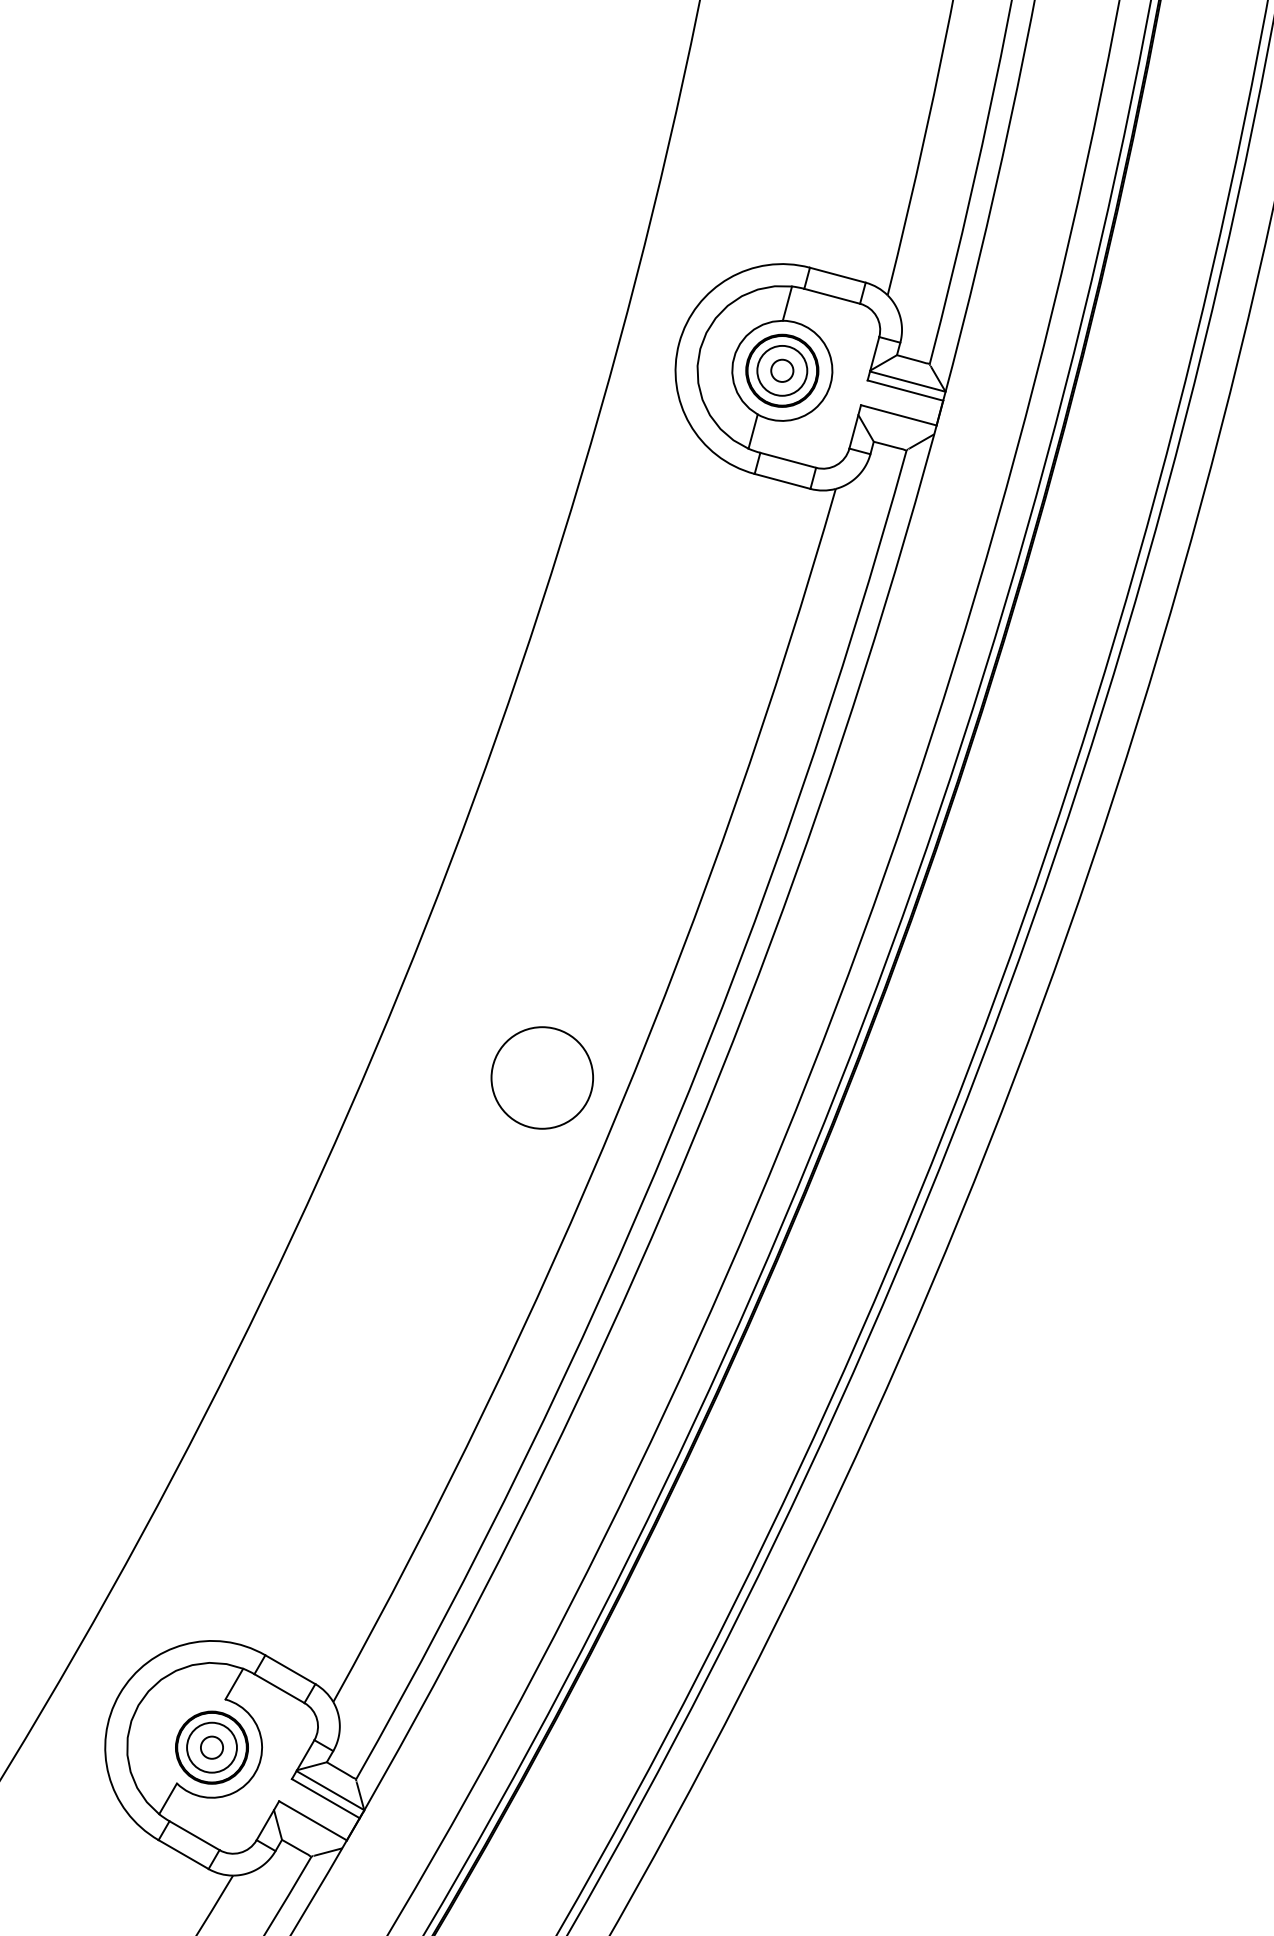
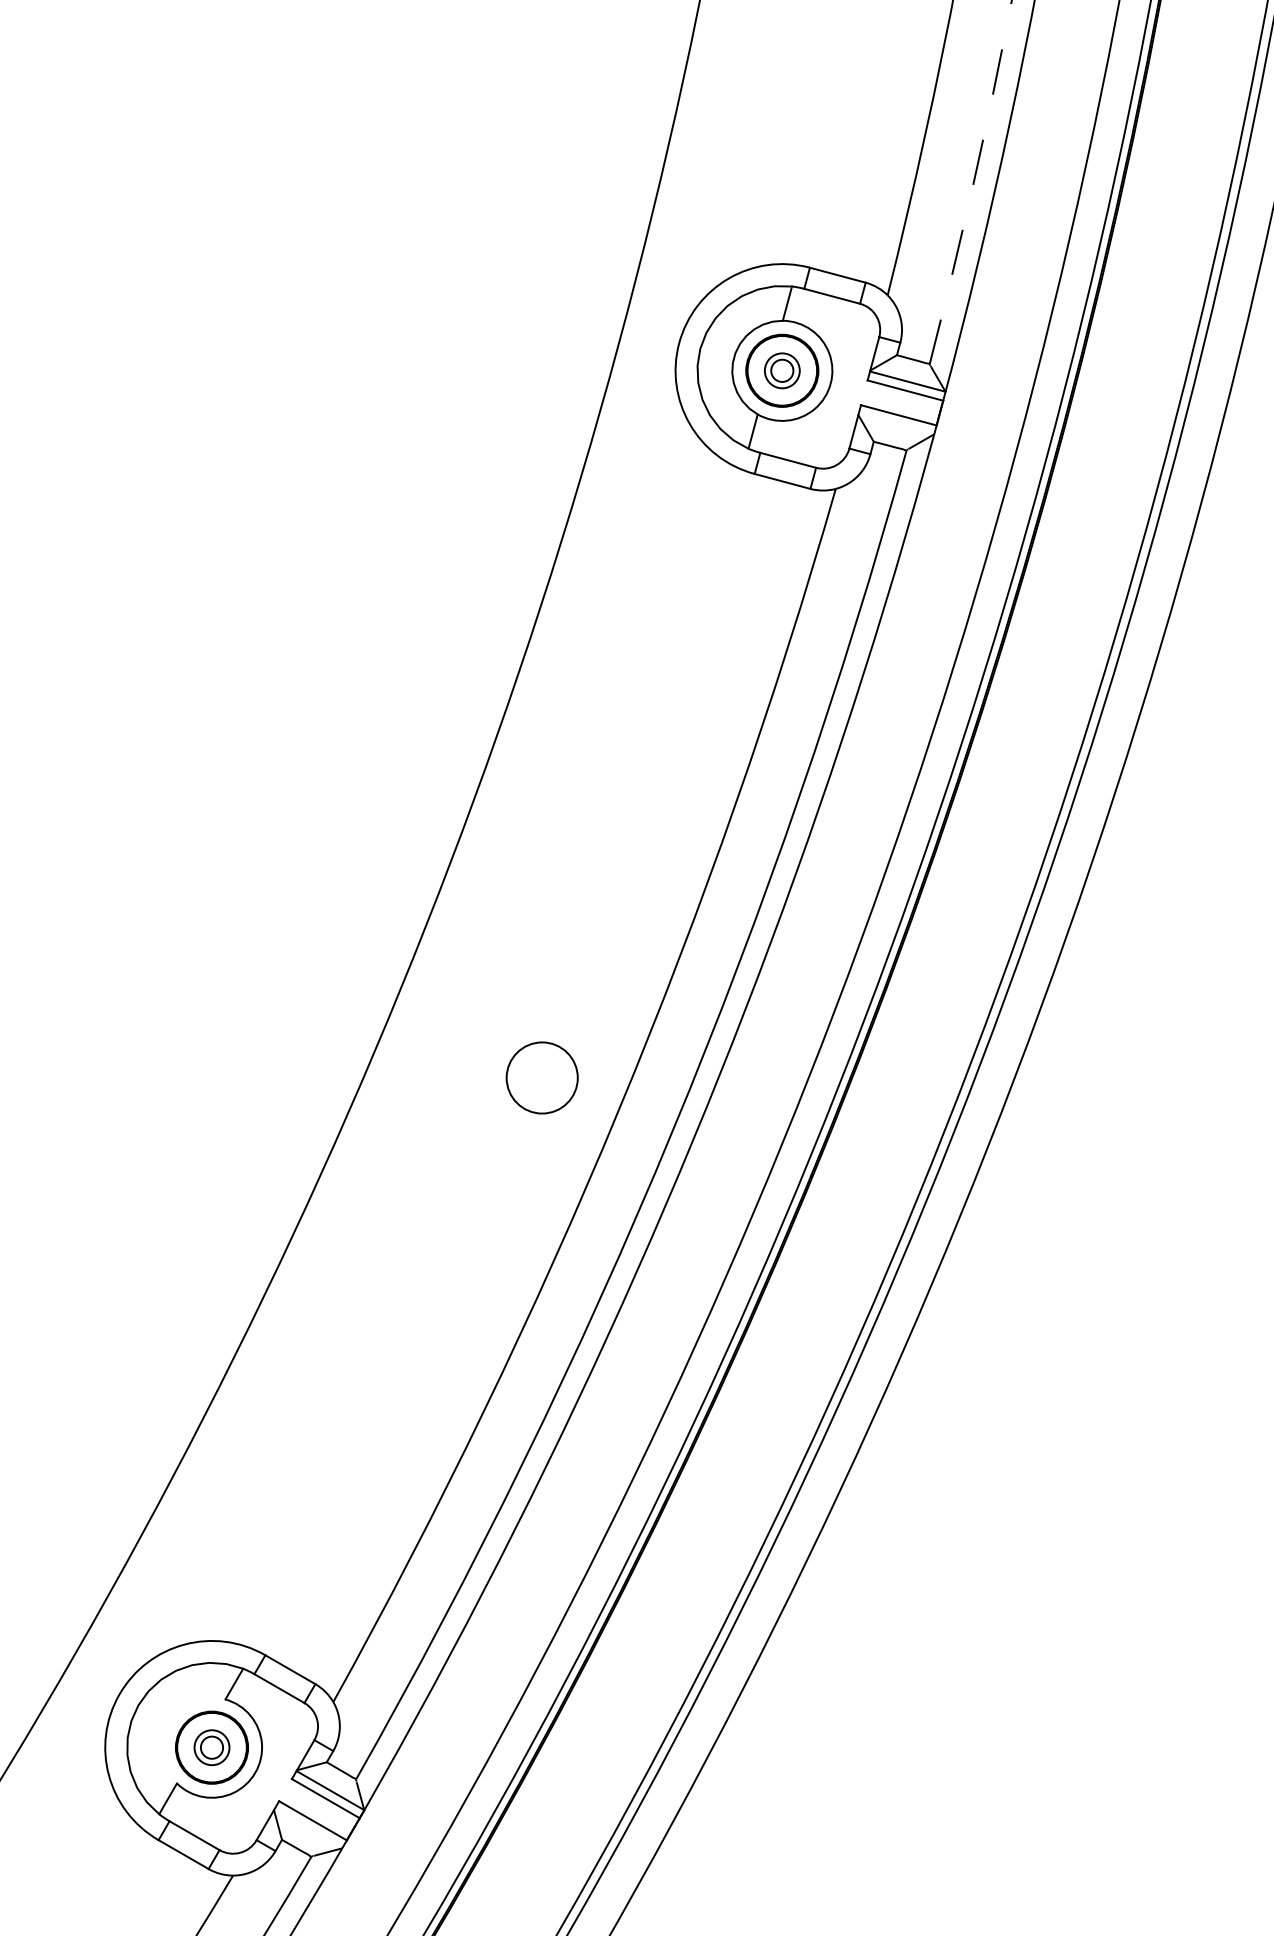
arc at (973, 182): solid -> dashed
circle at (782, 370) diameter: 50 px -> 35 px
circle at (541, 1077) size: 104x104 px -> 74x74 px
circle at (211, 1747) diameter: 50 px -> 35 px
